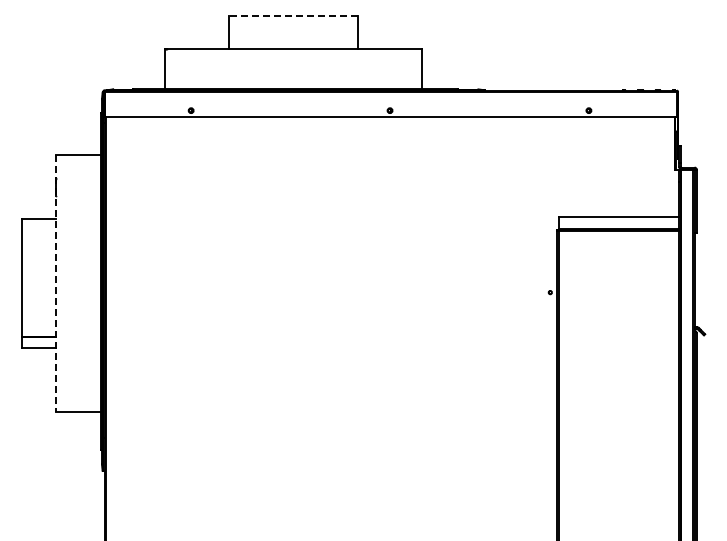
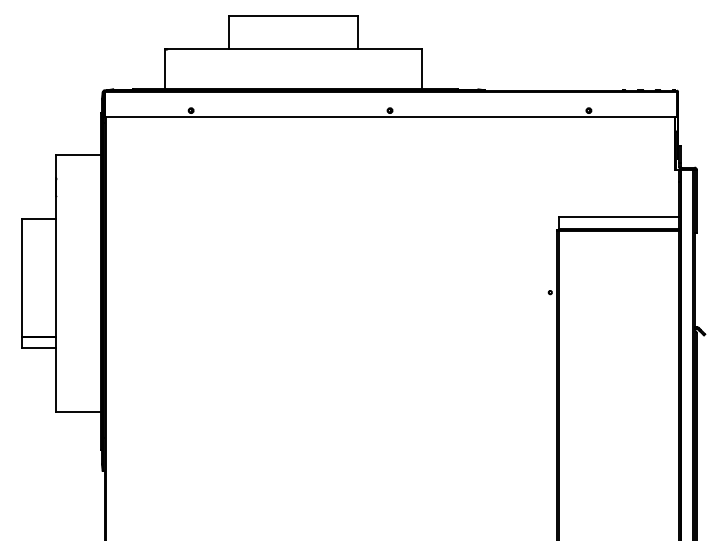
line at (293, 16): dashed -> solid
line at (55, 283): dashed -> solid
